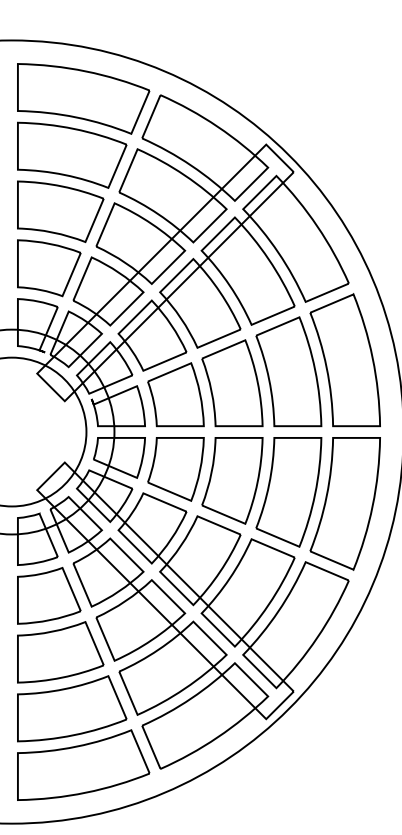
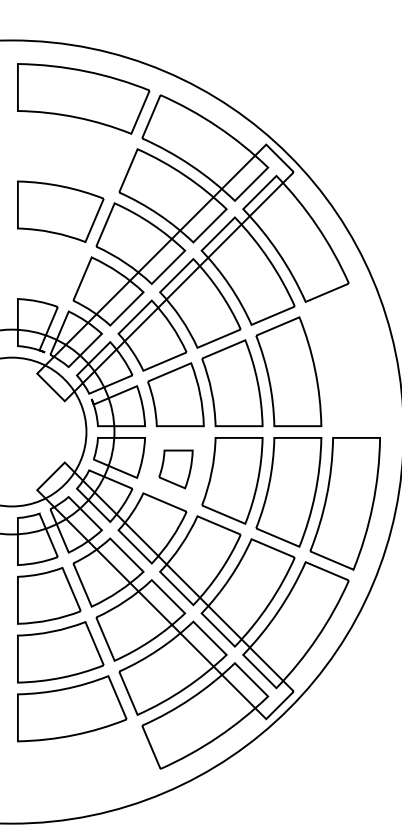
part at (72, 154): present -> none
part at (49, 268): present -> none
part at (344, 360): present -> none
part at (175, 469) size: 58x65 px -> 36x41 px
part at (83, 764): present -> none
